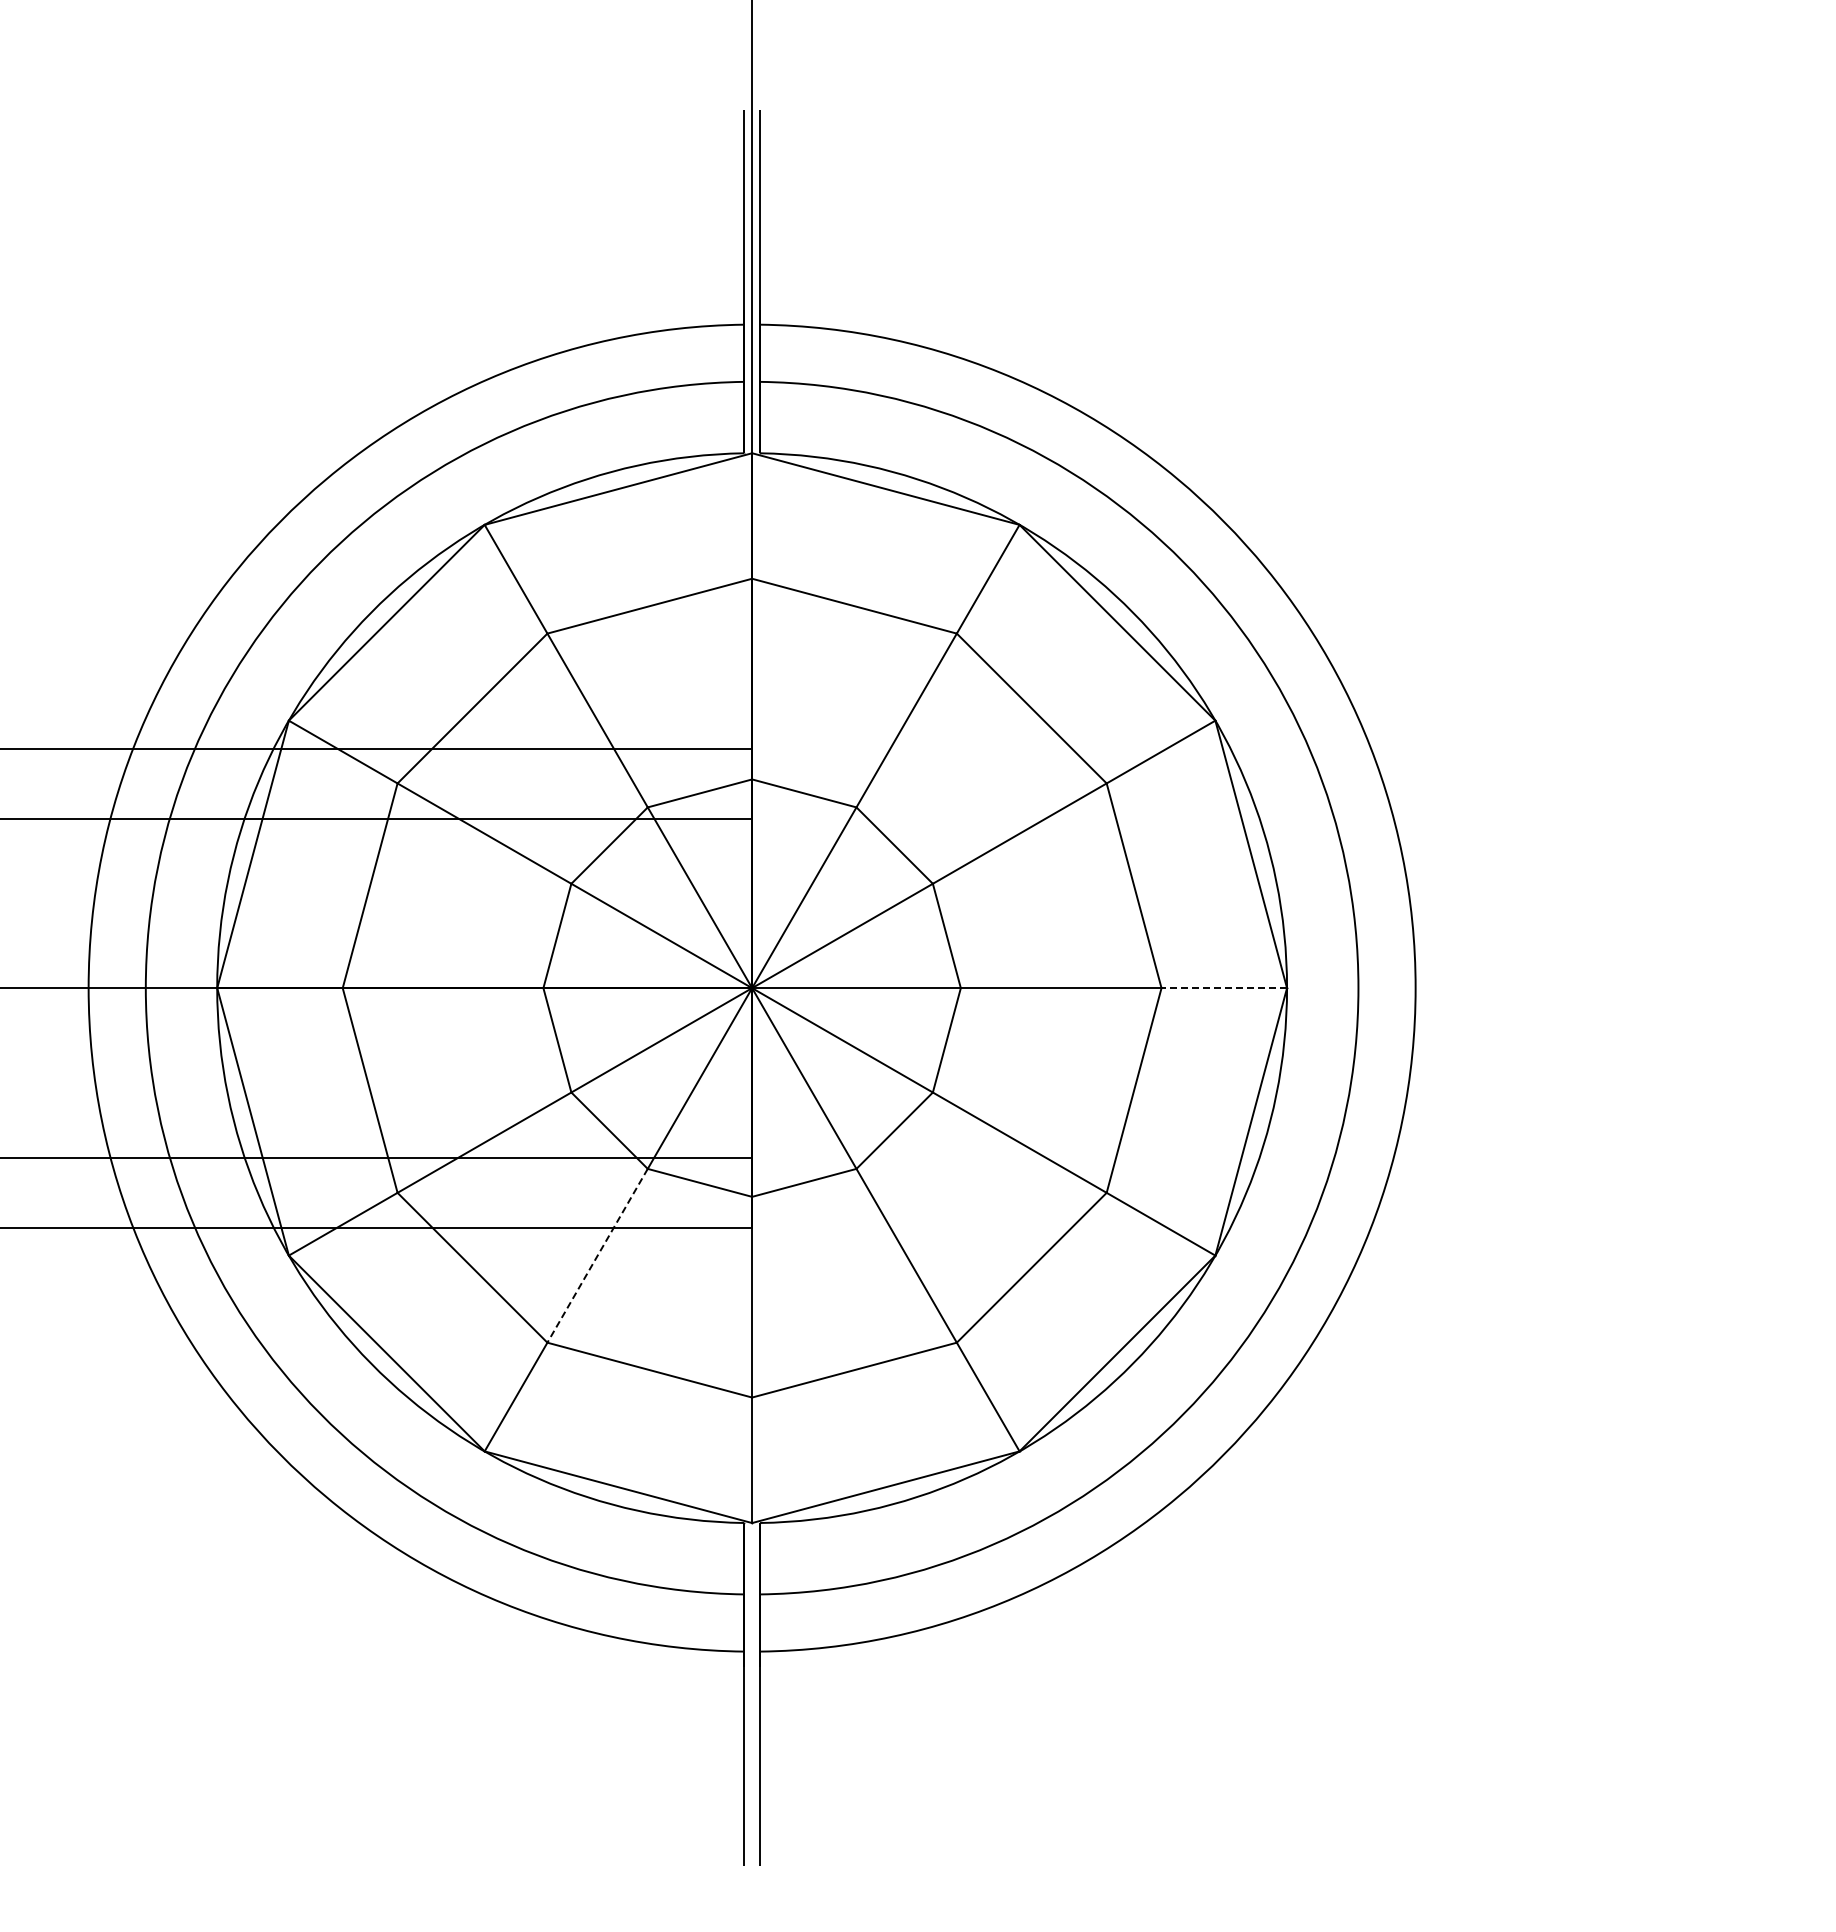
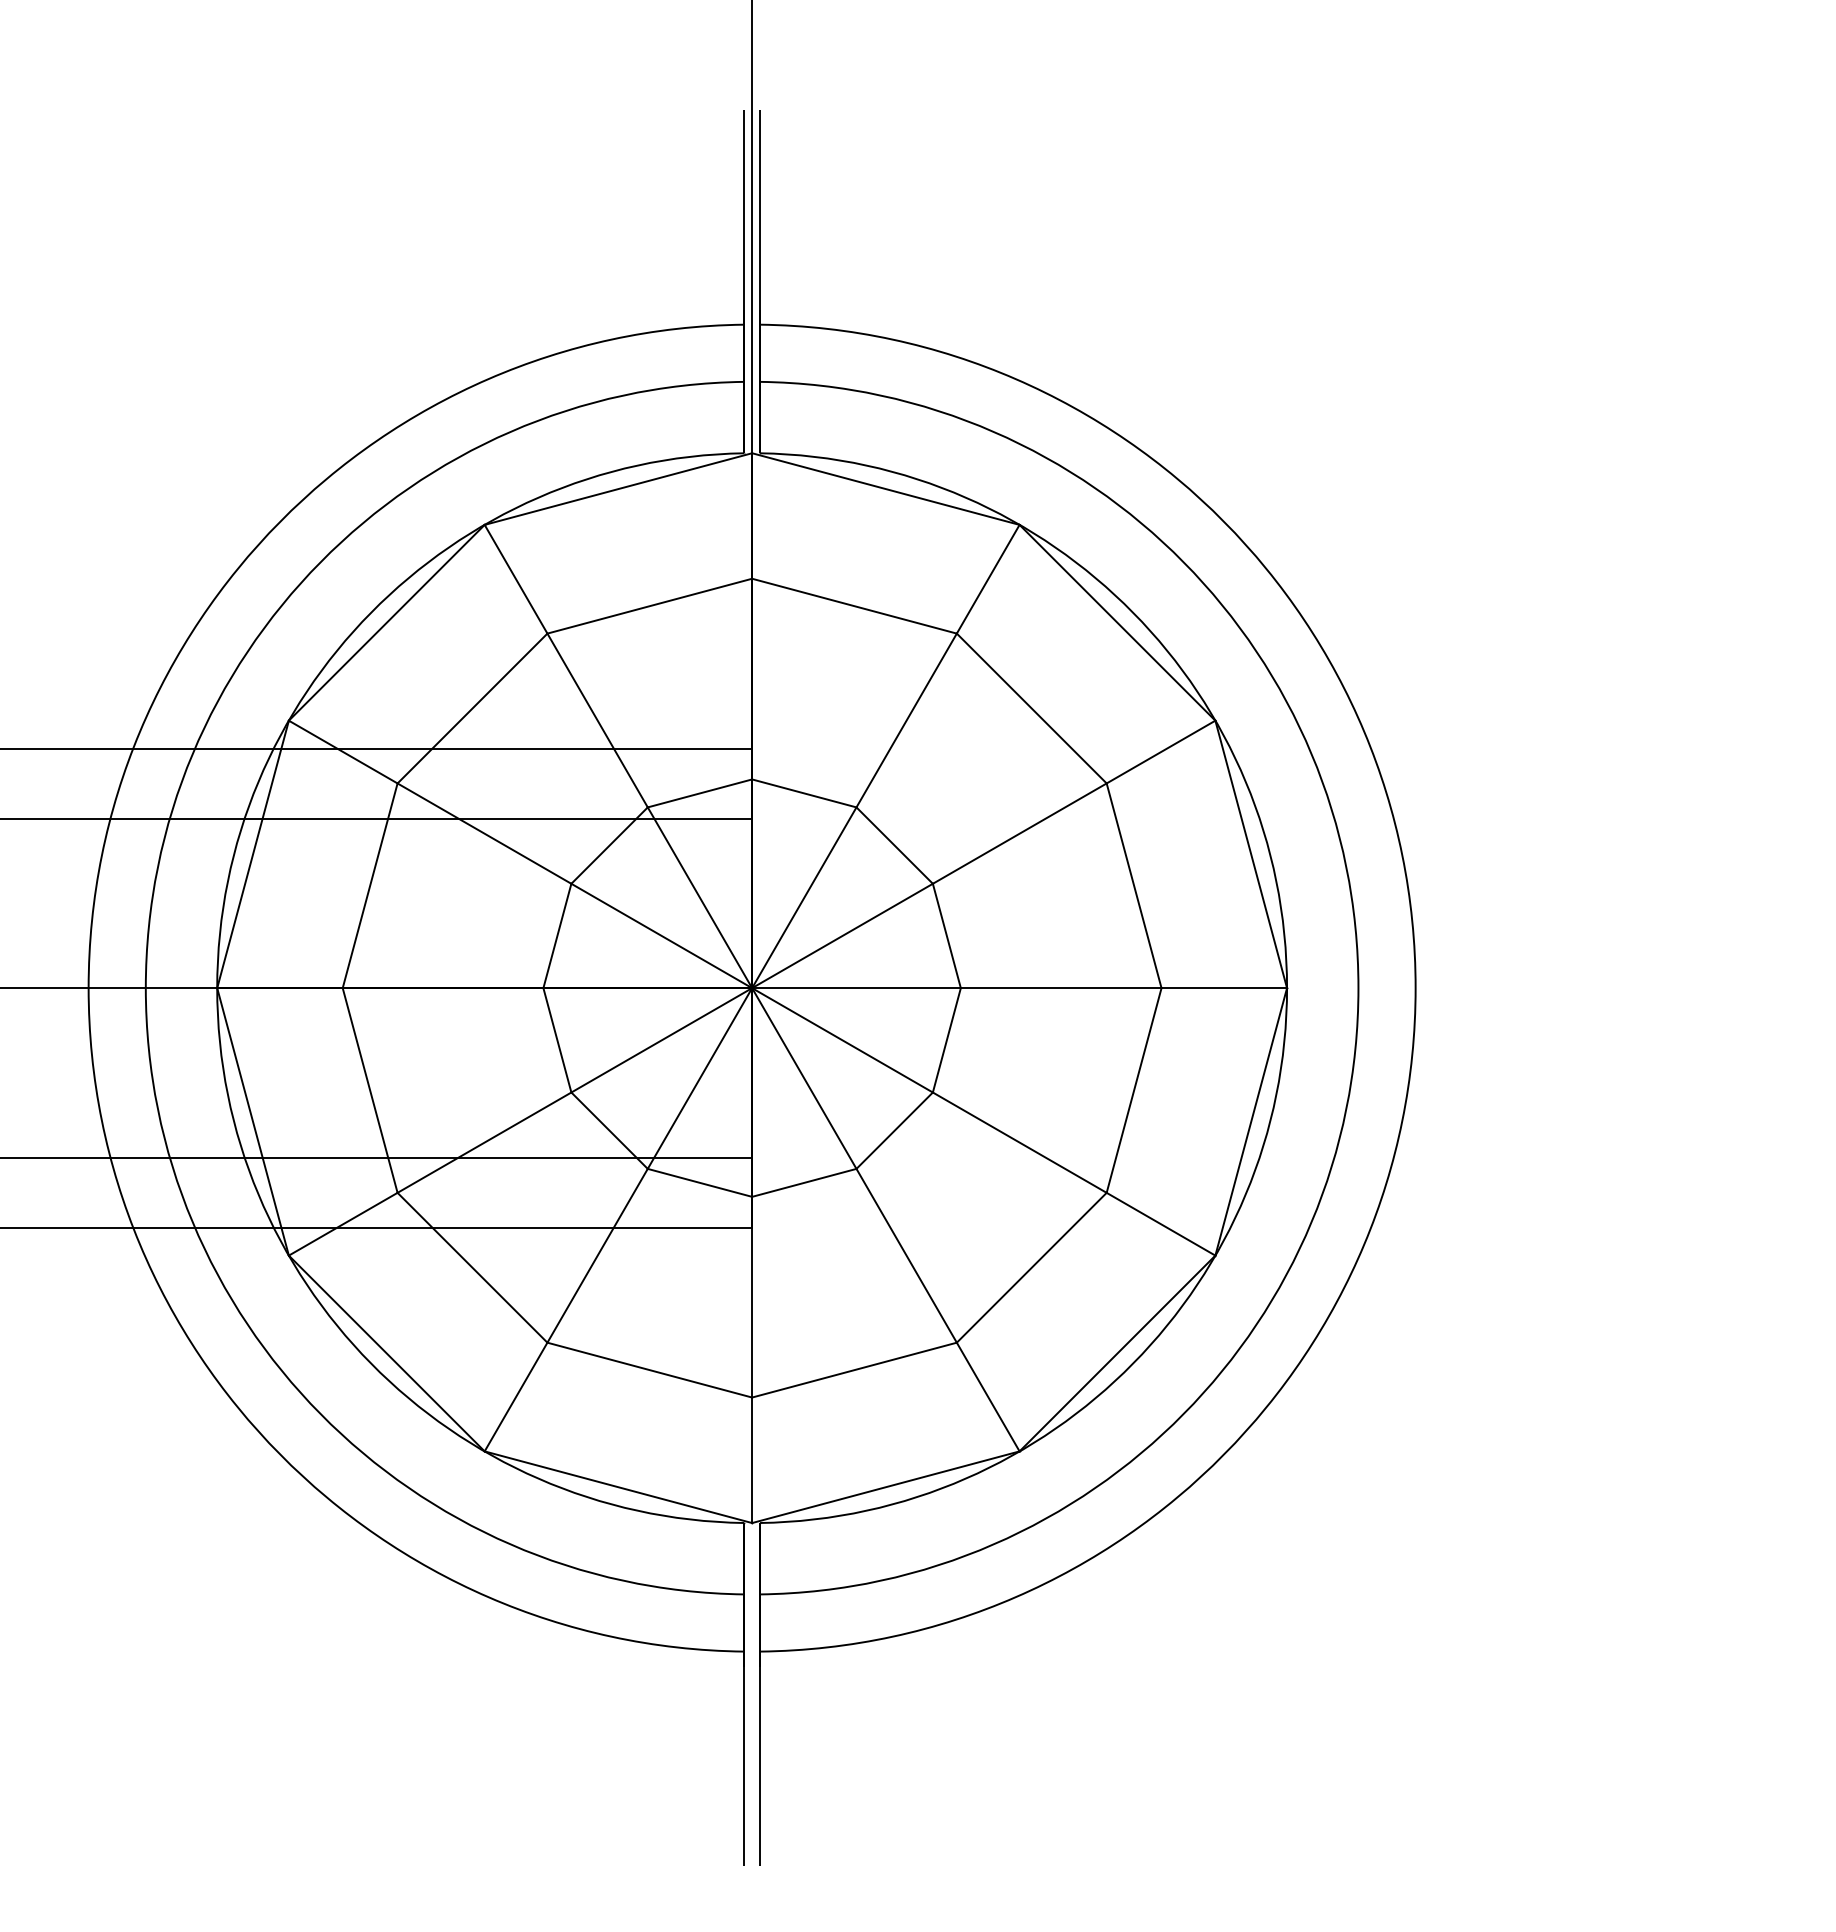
line at (1224, 988): dashed -> solid
line at (597, 1256): dashed -> solid
